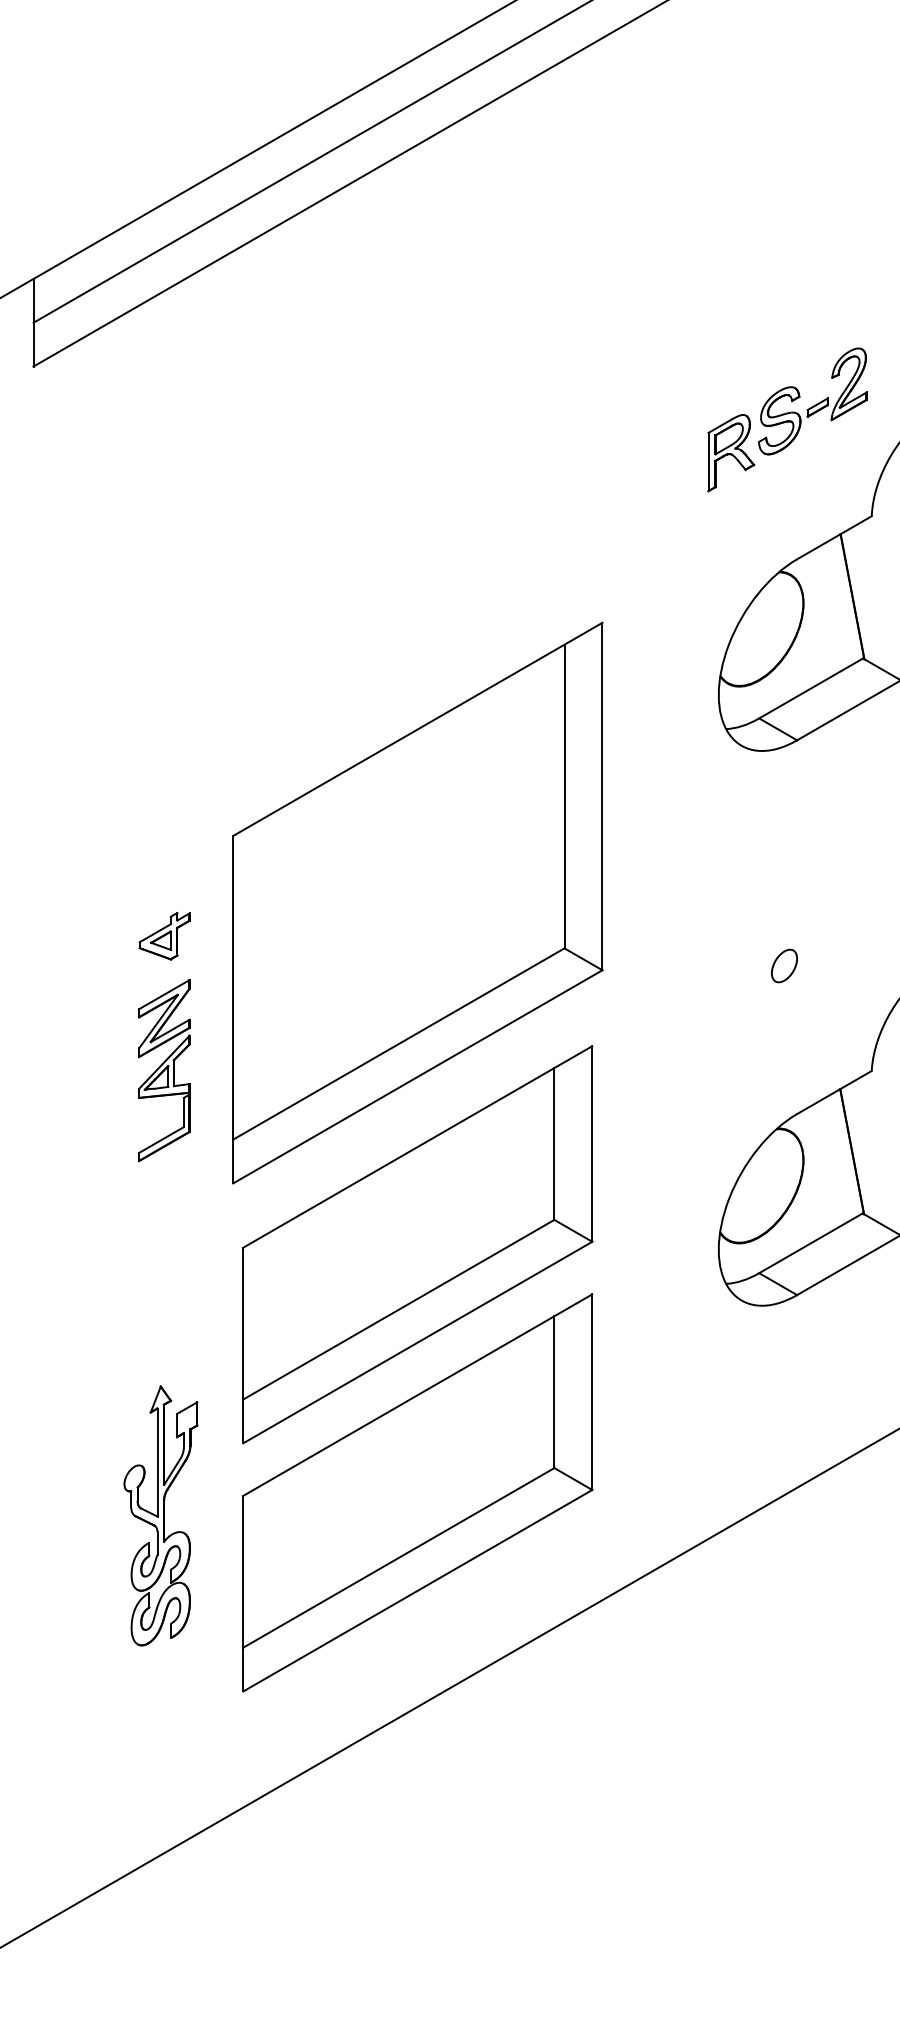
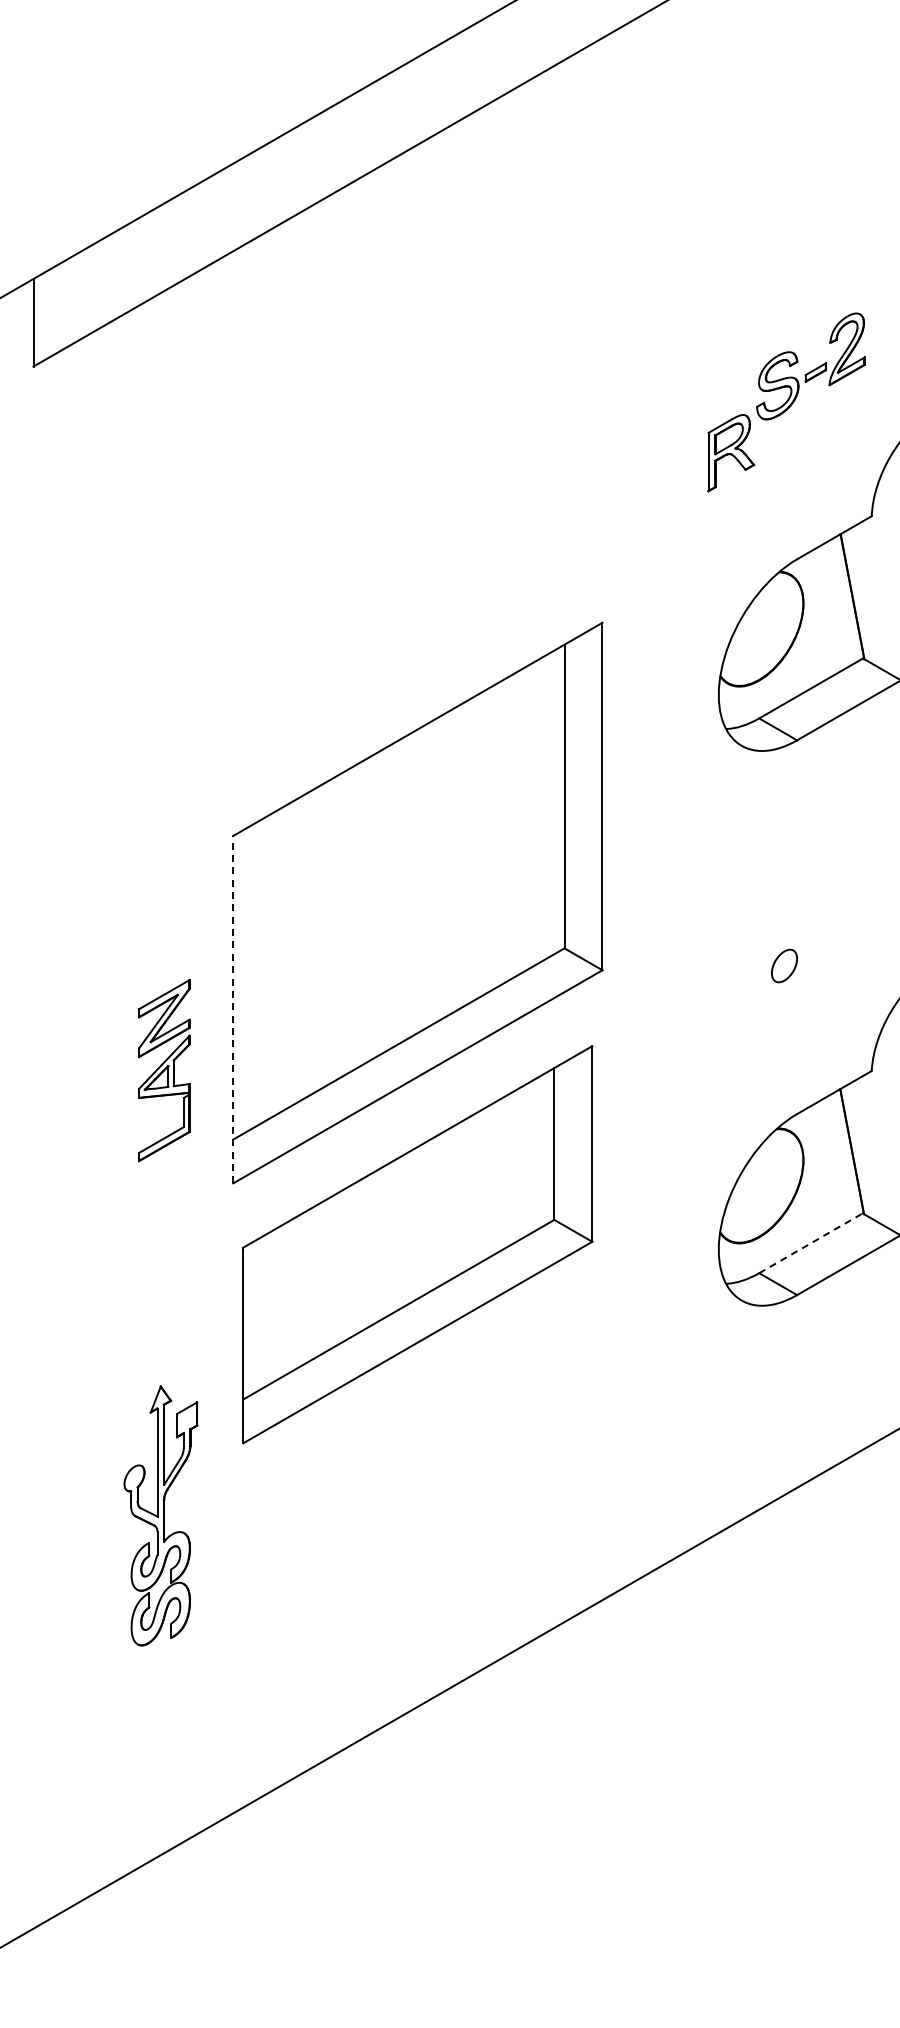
line at (310, 162): present -> none
part at (812, 401) position: (812, 401) -> (810, 366)
part at (164, 936): present -> none
line at (233, 1009): solid -> dashed
line at (810, 1243): solid -> dashed
part at (417, 1492): present -> none
